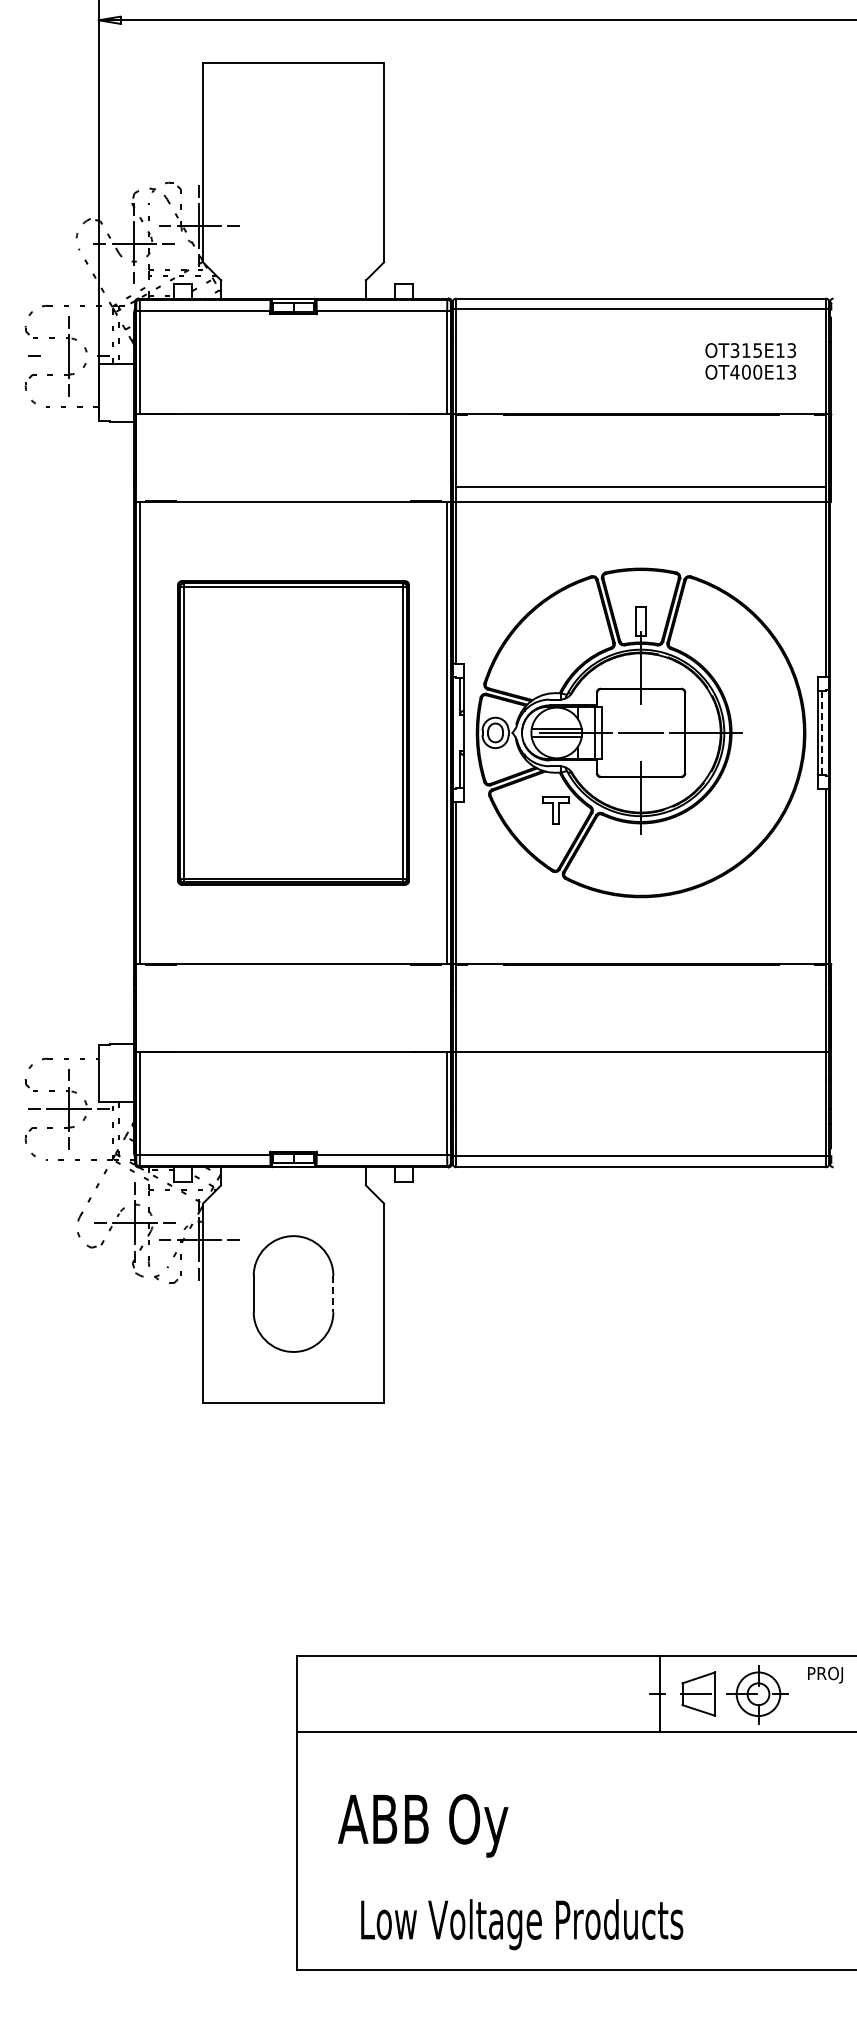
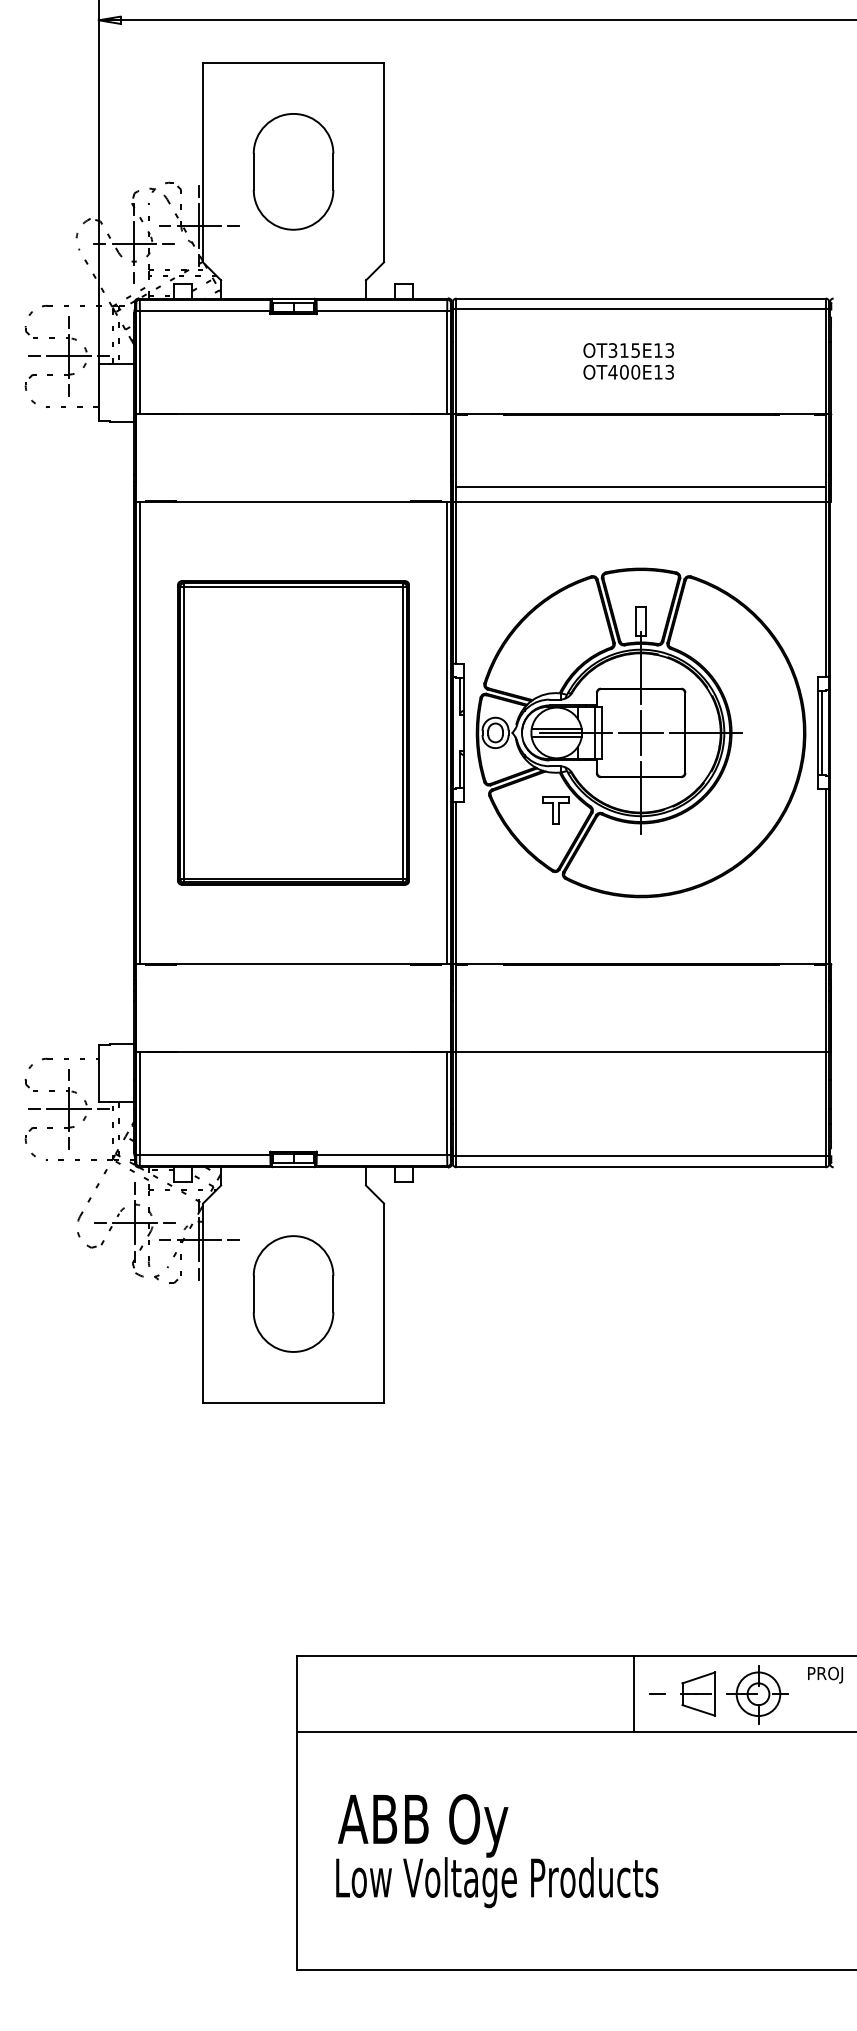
part at (293, 171): none -> present
line at (68, 356): none -> present
text at (750, 361) position: (750, 361) -> (628, 361)
line at (641, 732): none -> present
line at (822, 732): dashed -> solid
line at (333, 1294): dashed -> solid
line at (659, 1694) position: (659, 1694) -> (633, 1694)
text at (522, 1924) position: (522, 1924) -> (497, 1882)
